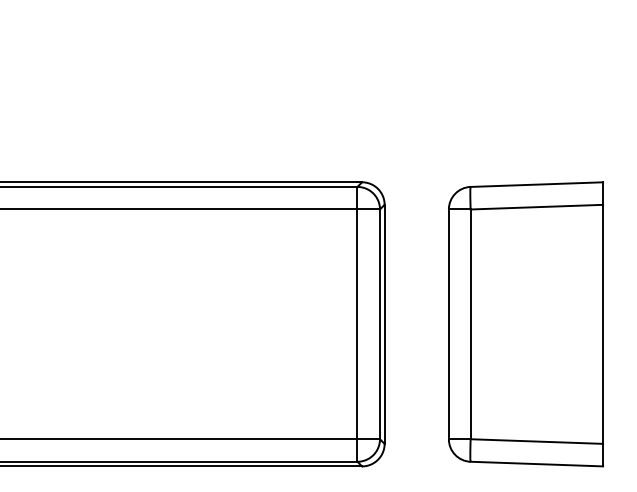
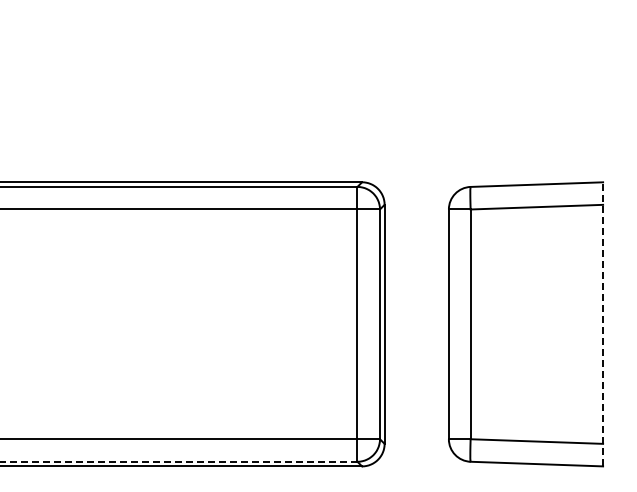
line at (603, 323): solid -> dashed
line at (179, 461): solid -> dashed
